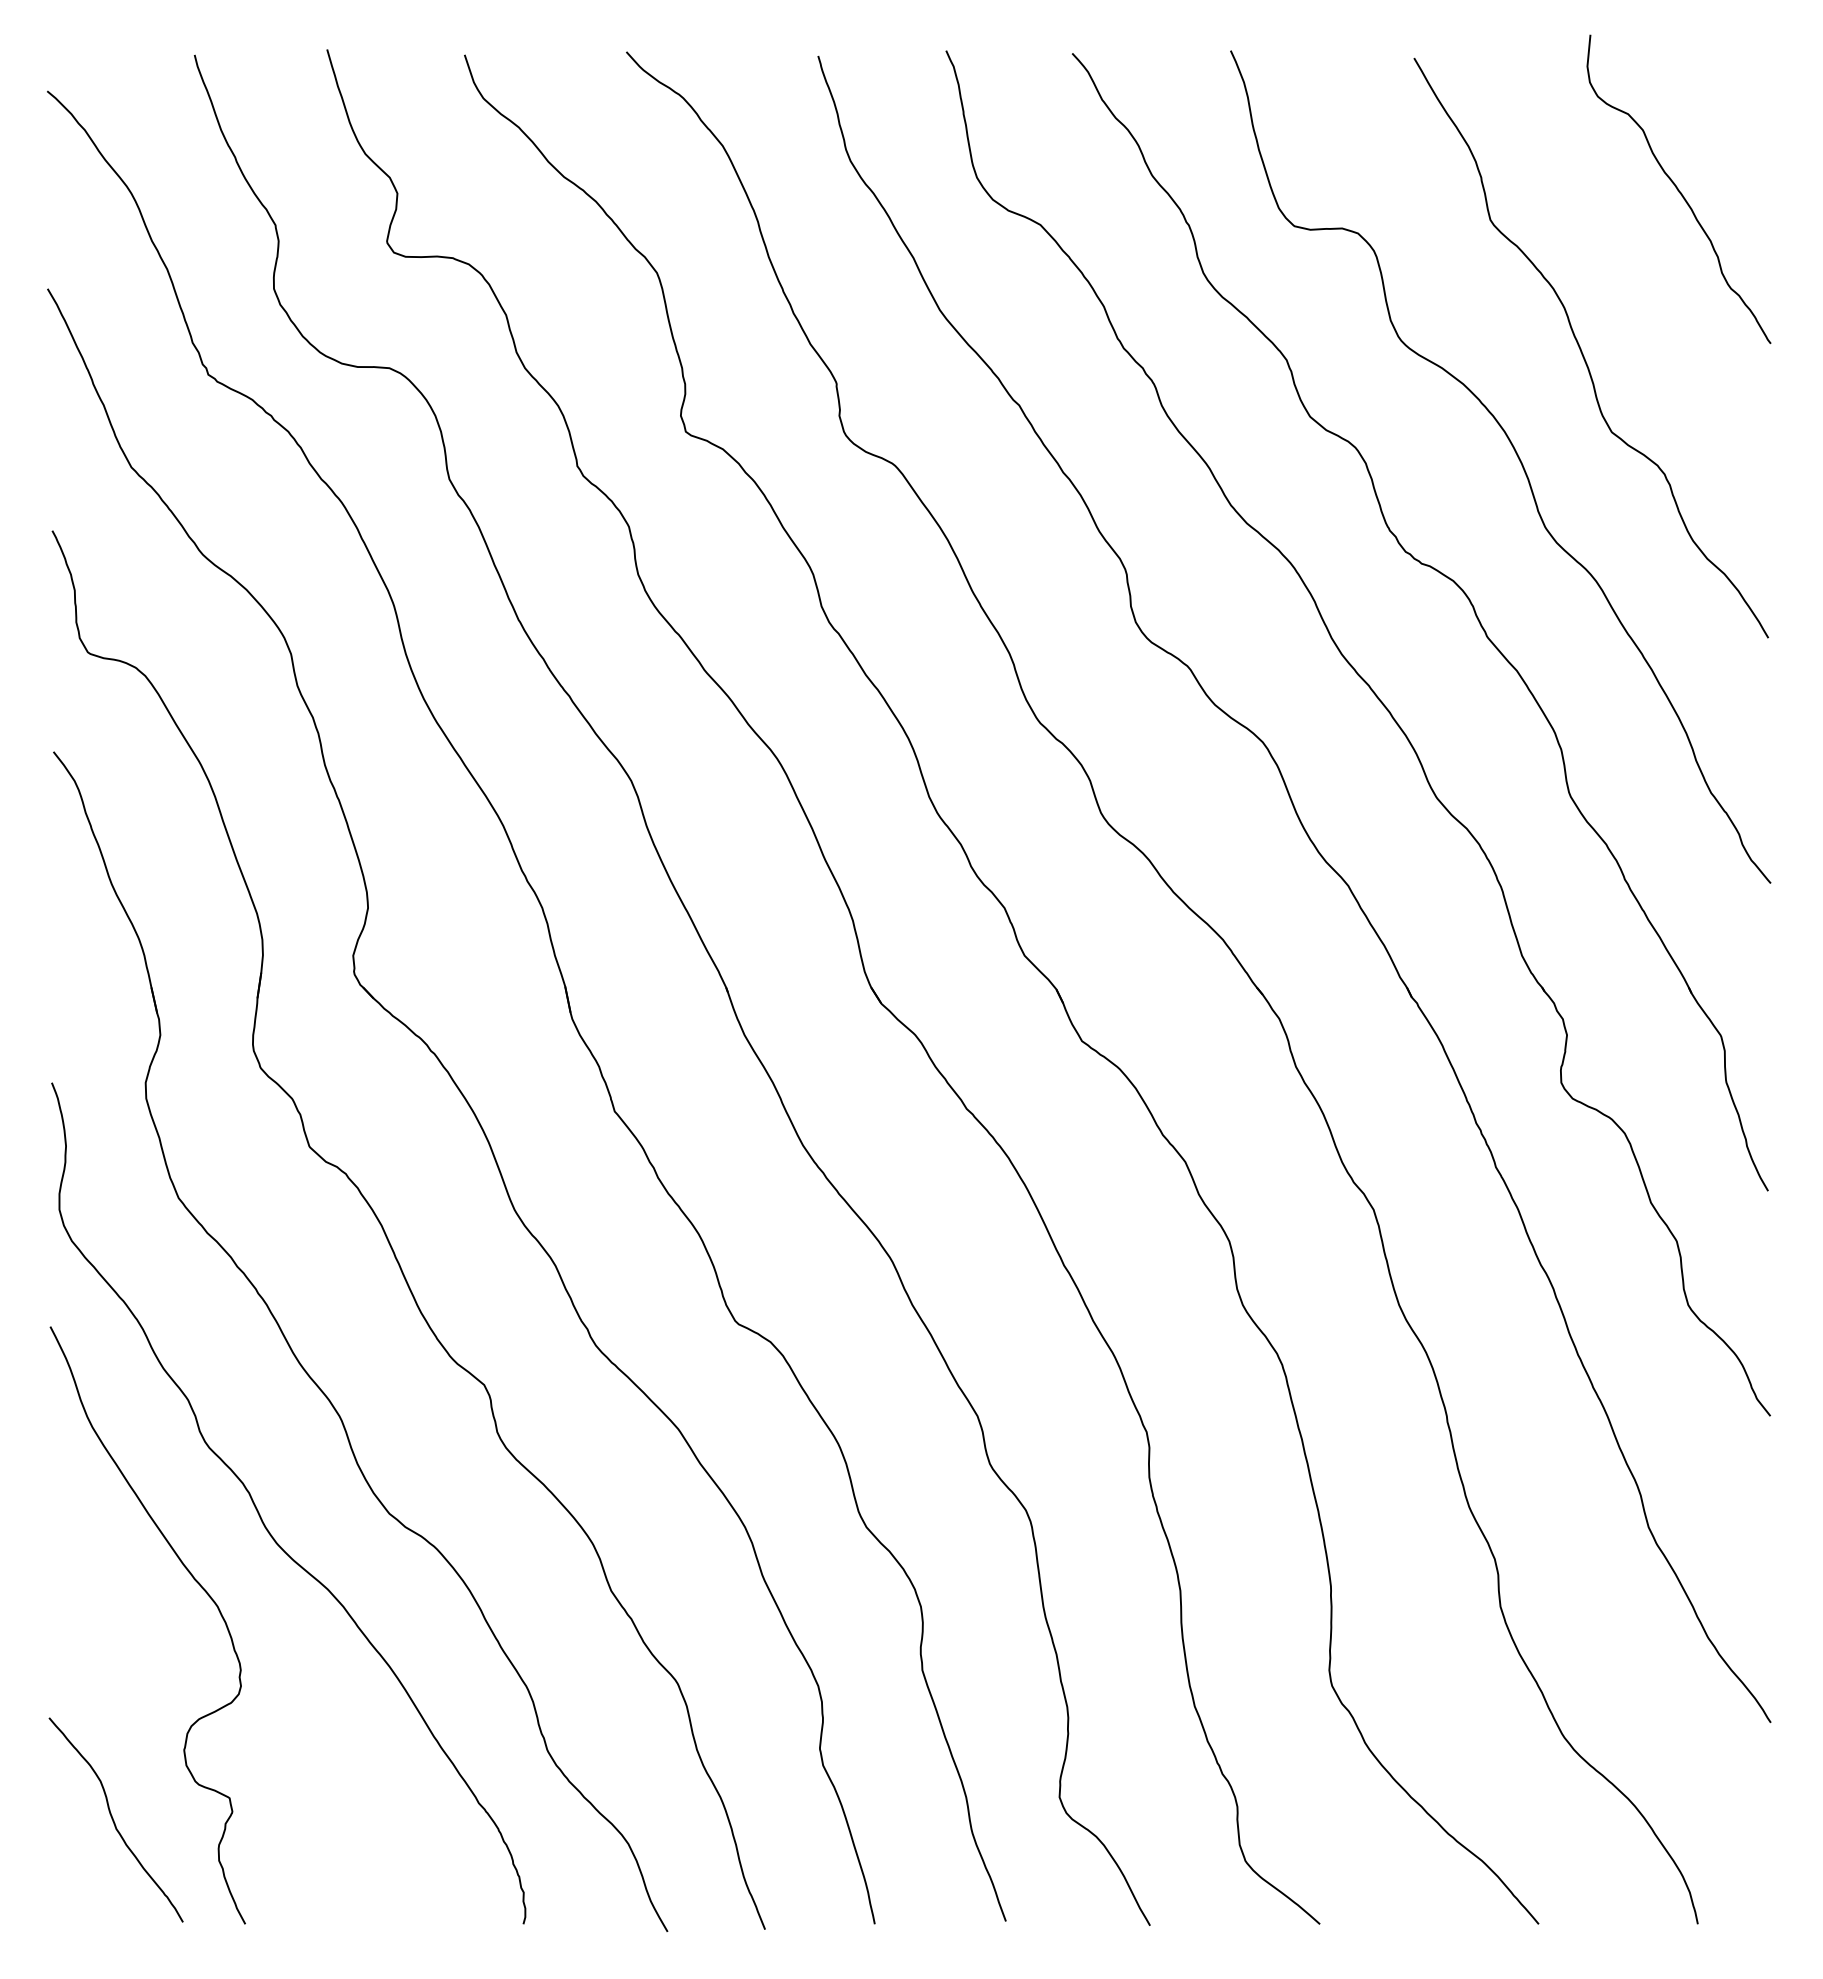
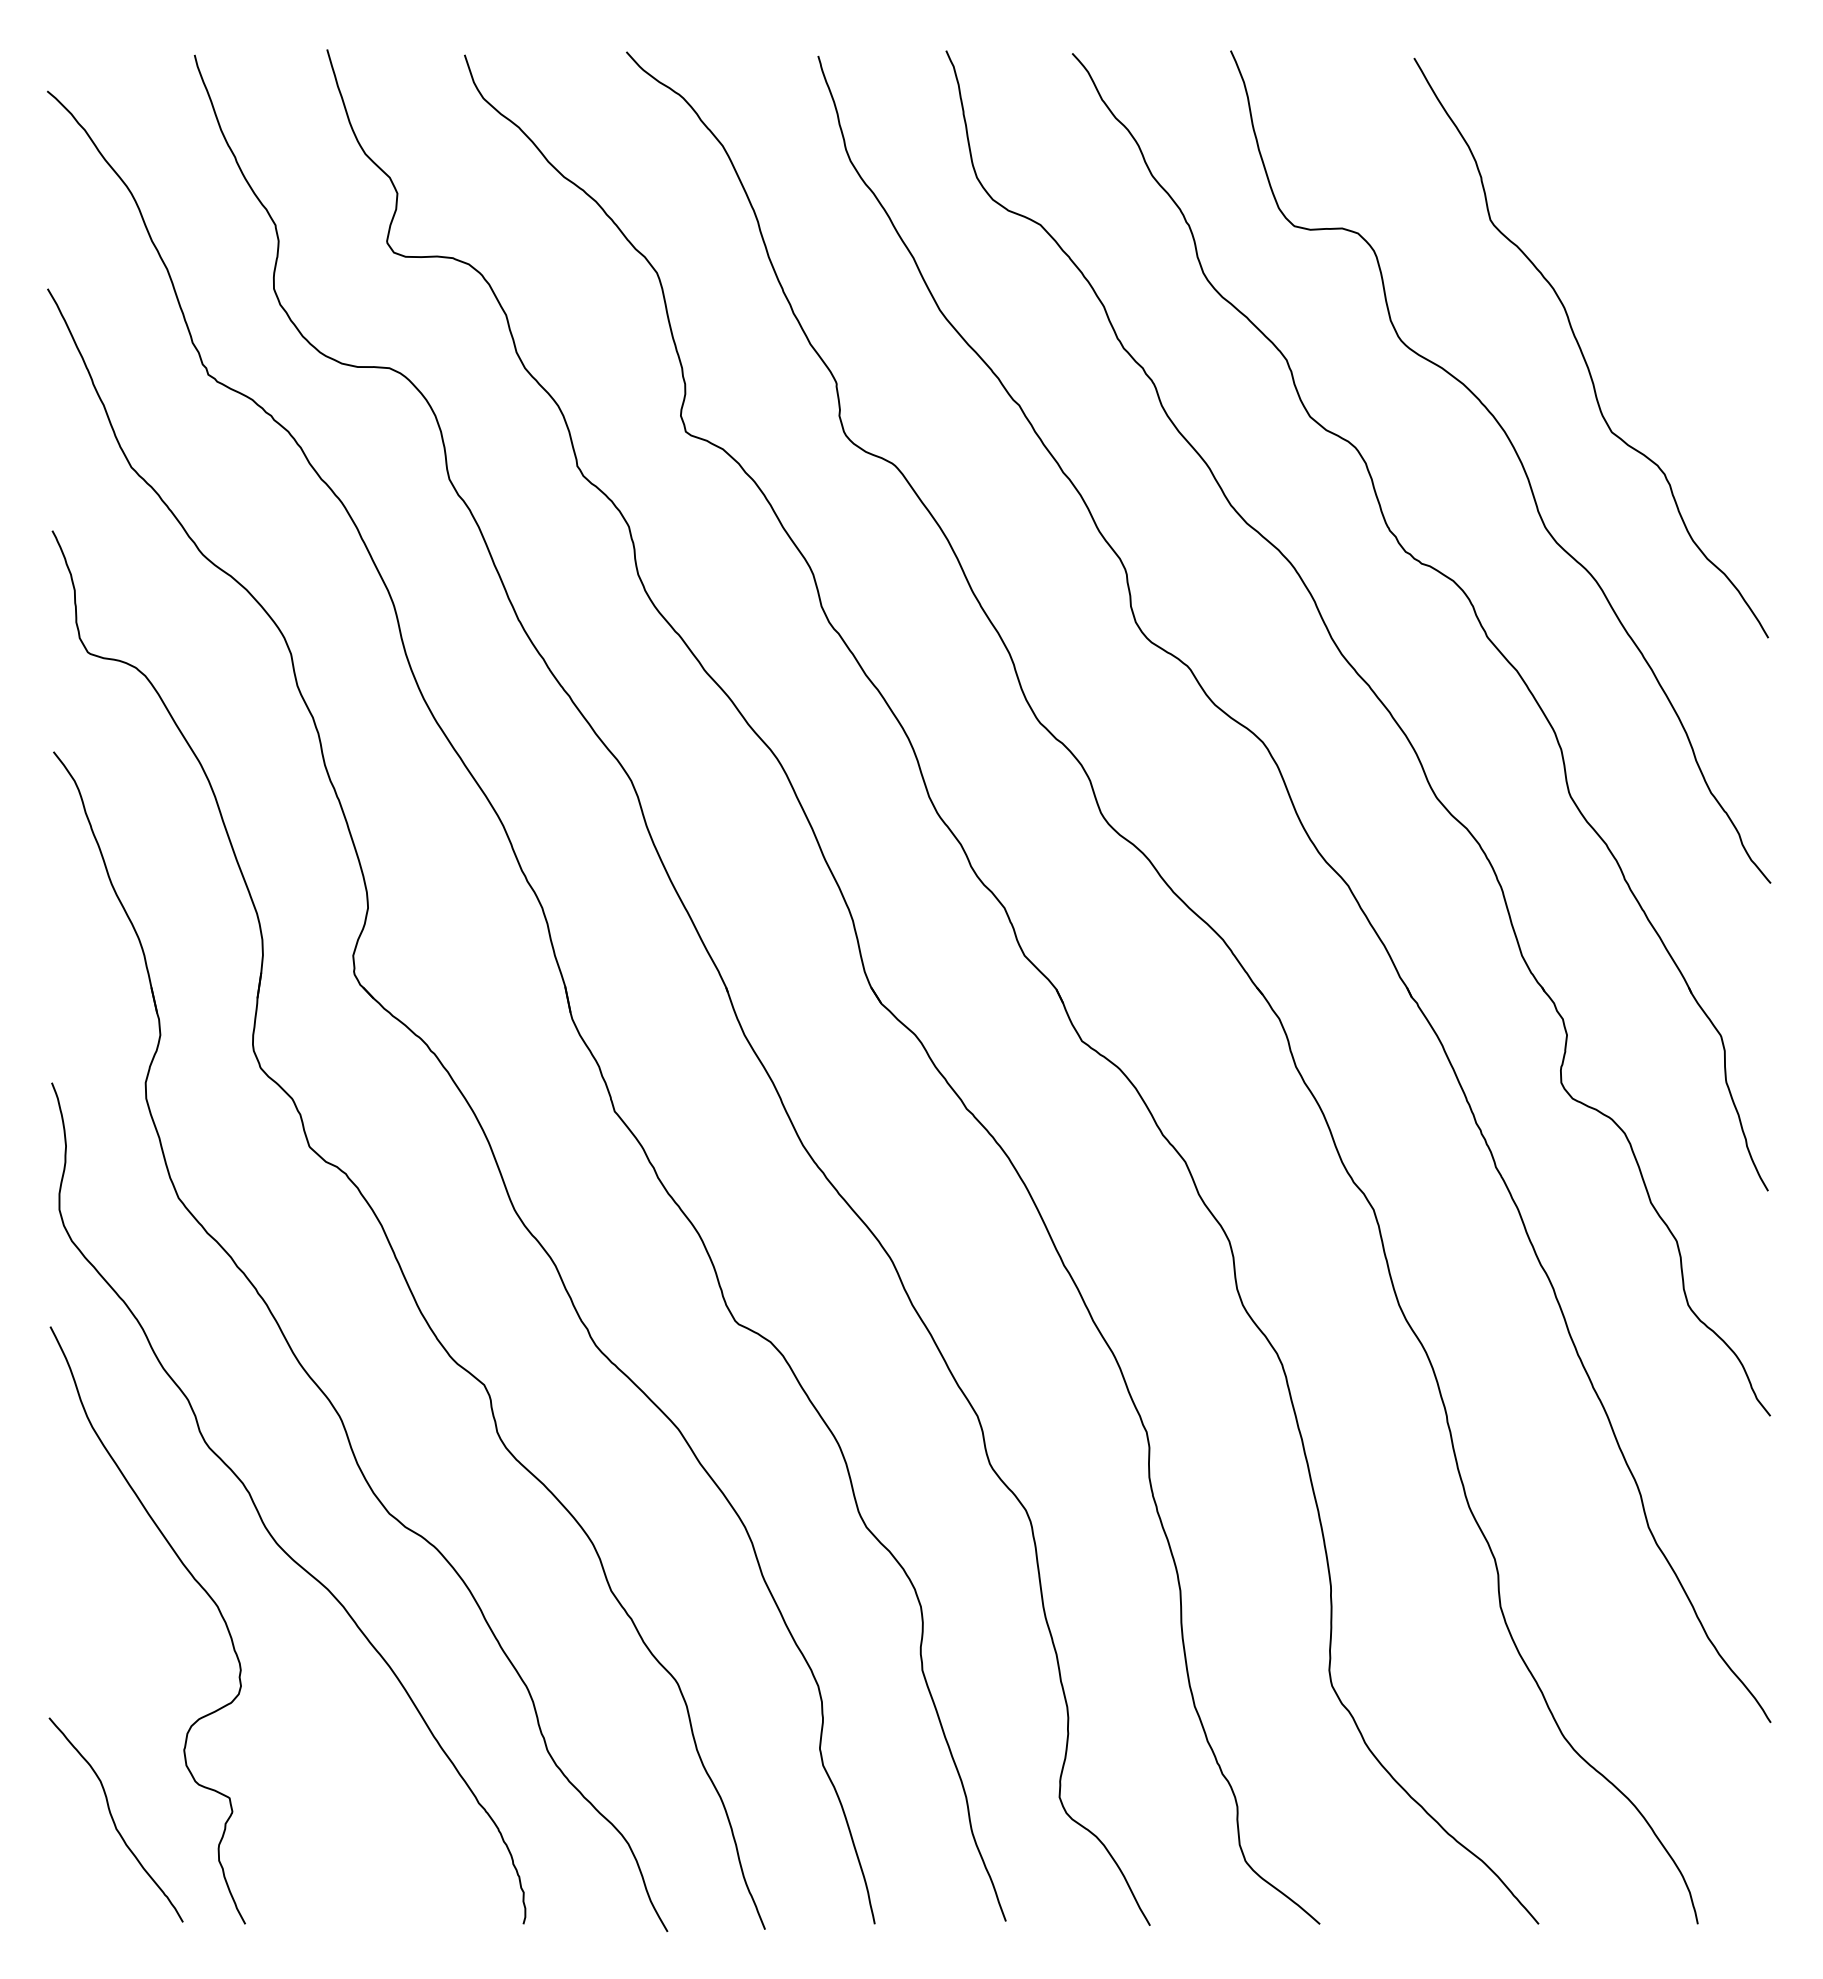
curve at (1678, 189): present -> none
